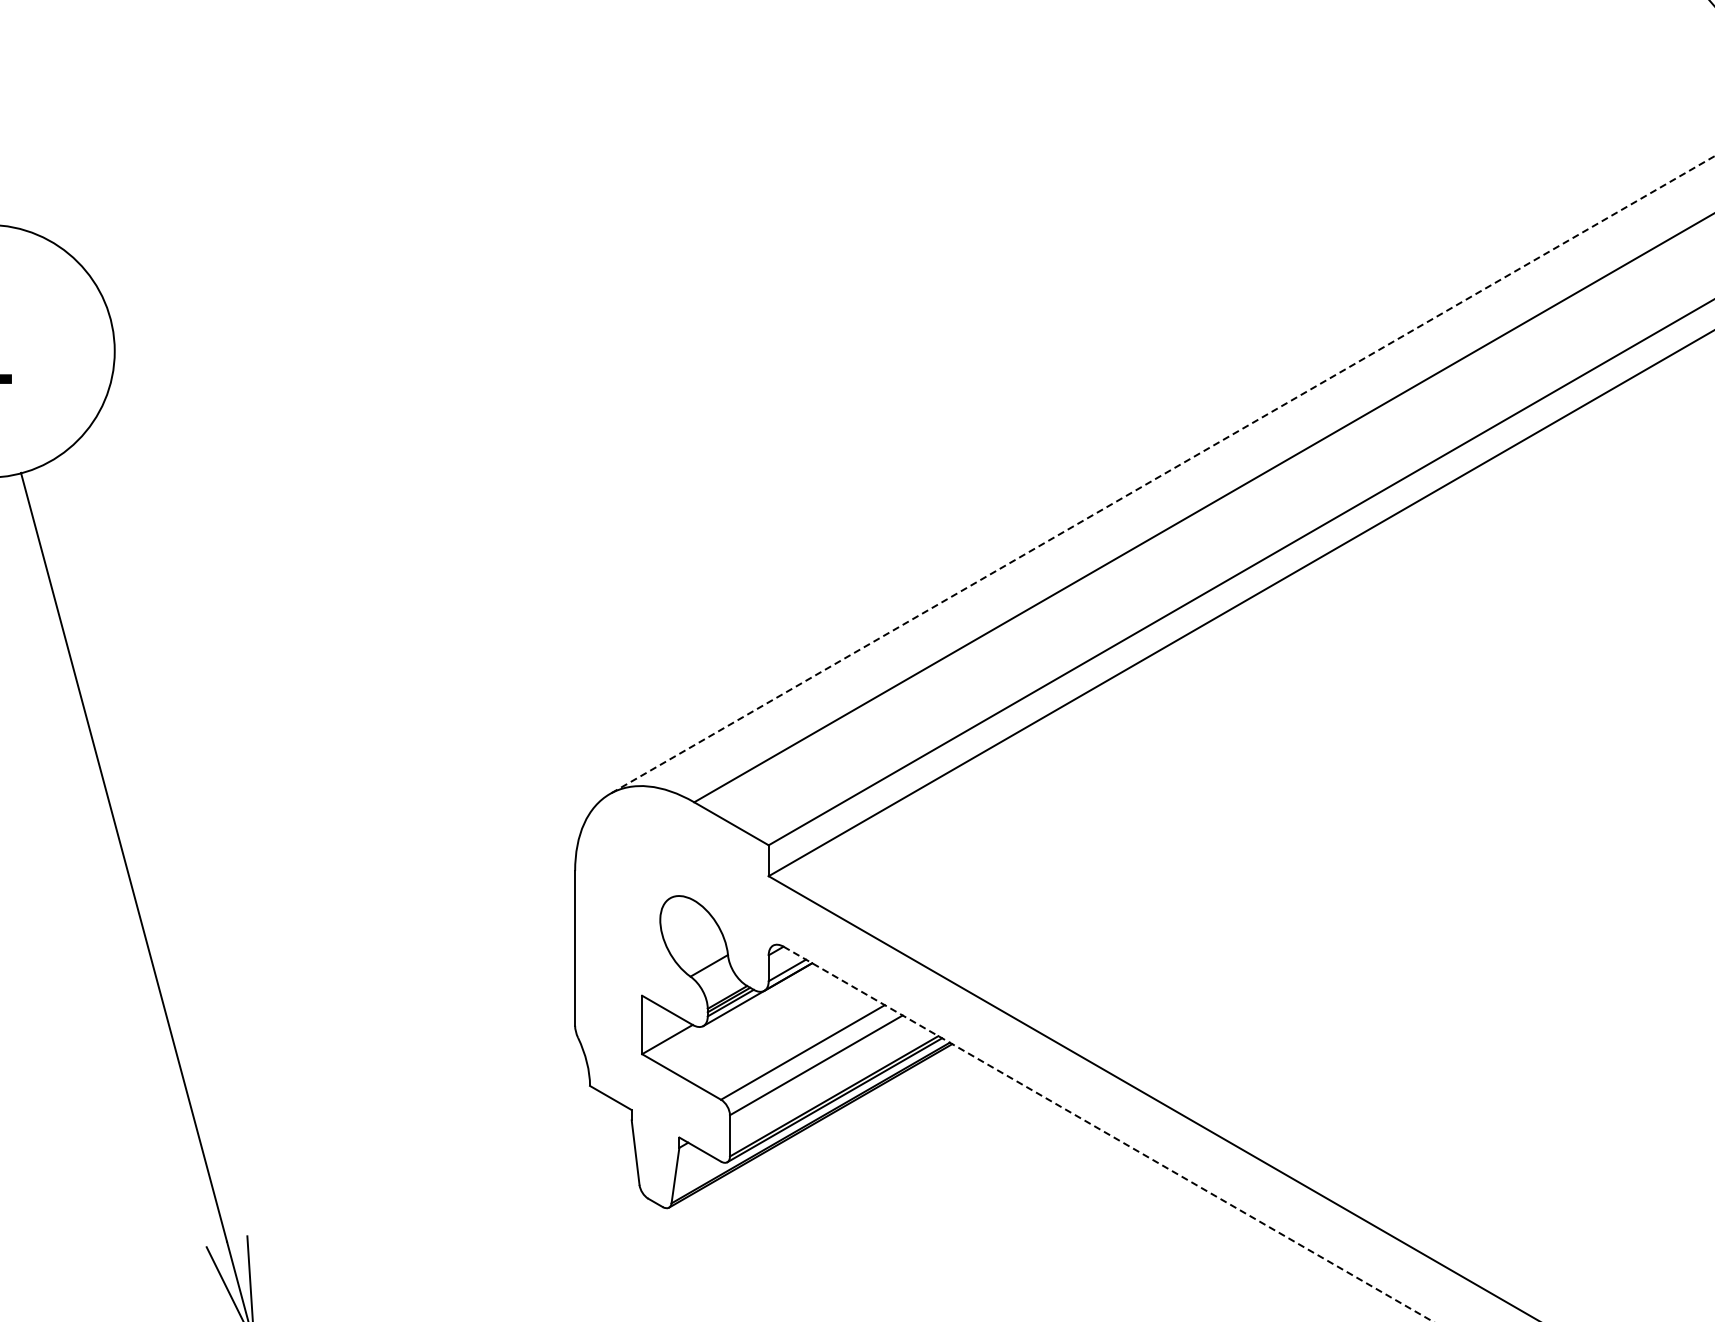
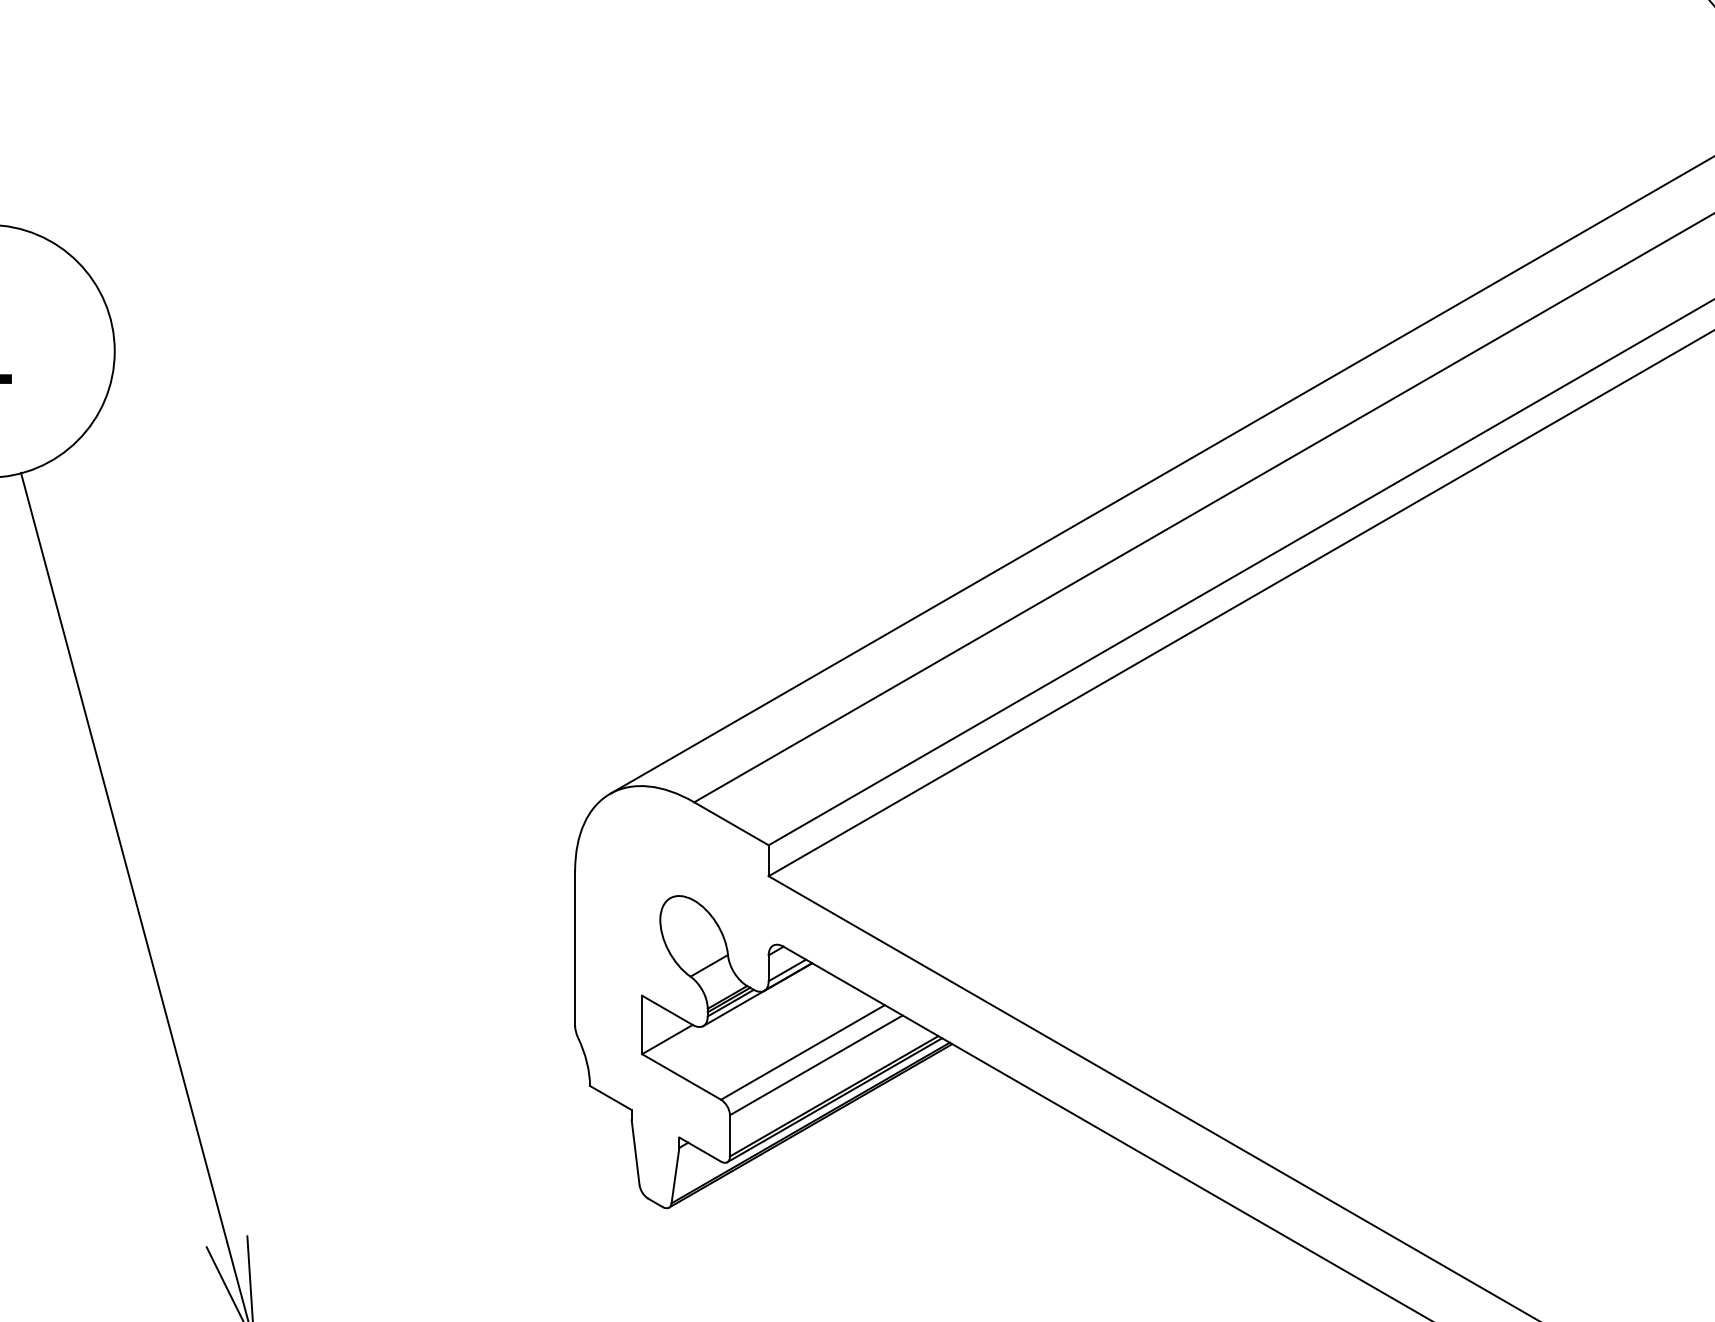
line at (1162, 475): dashed -> solid
line at (1108, 1134): dashed -> solid
